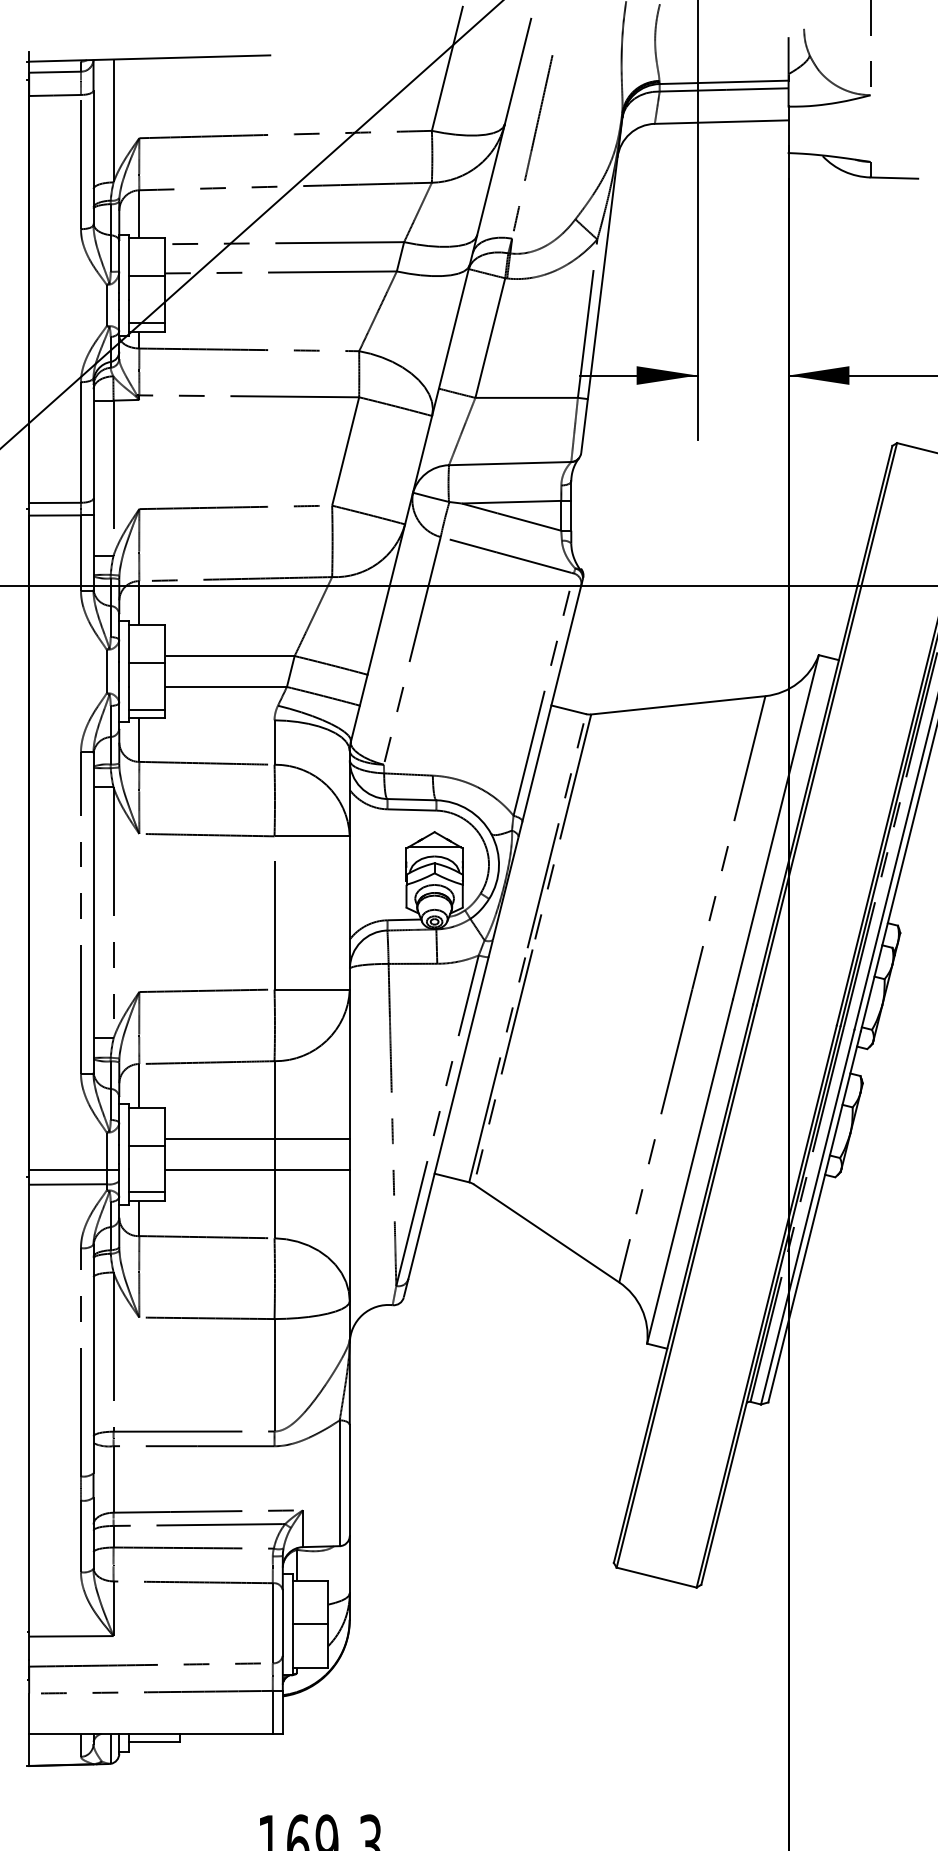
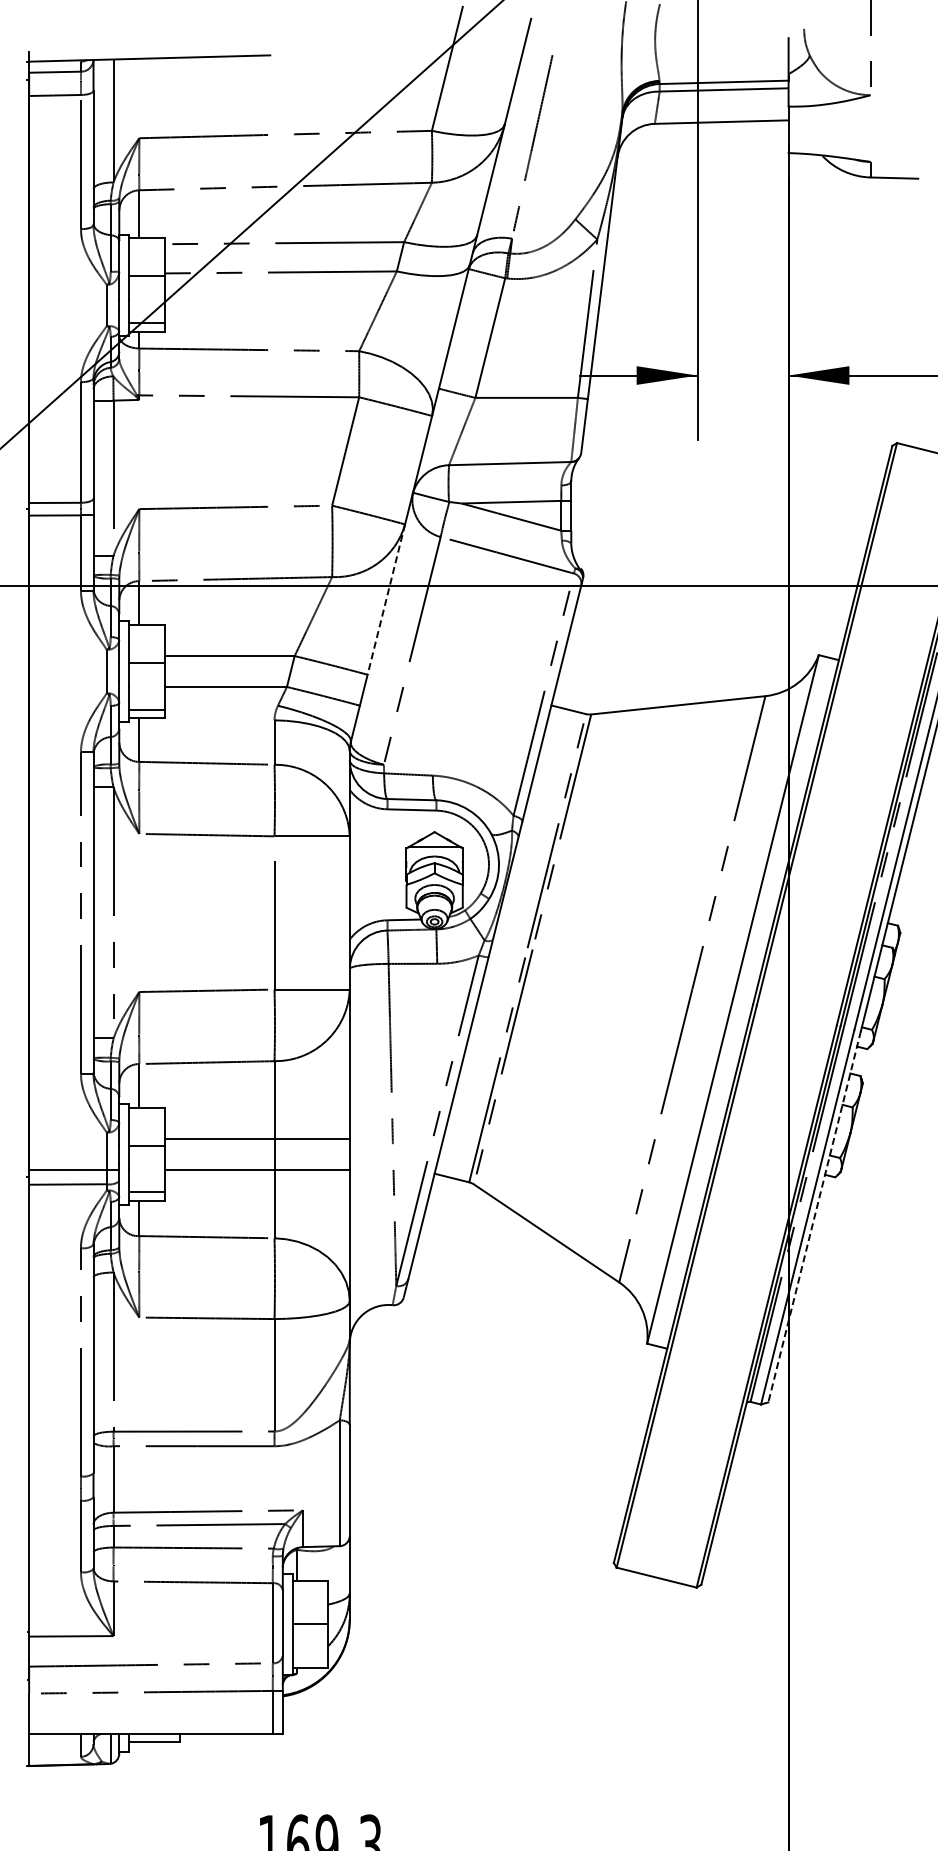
line at (386, 600): solid -> dashed
line at (814, 1217): solid -> dashed
